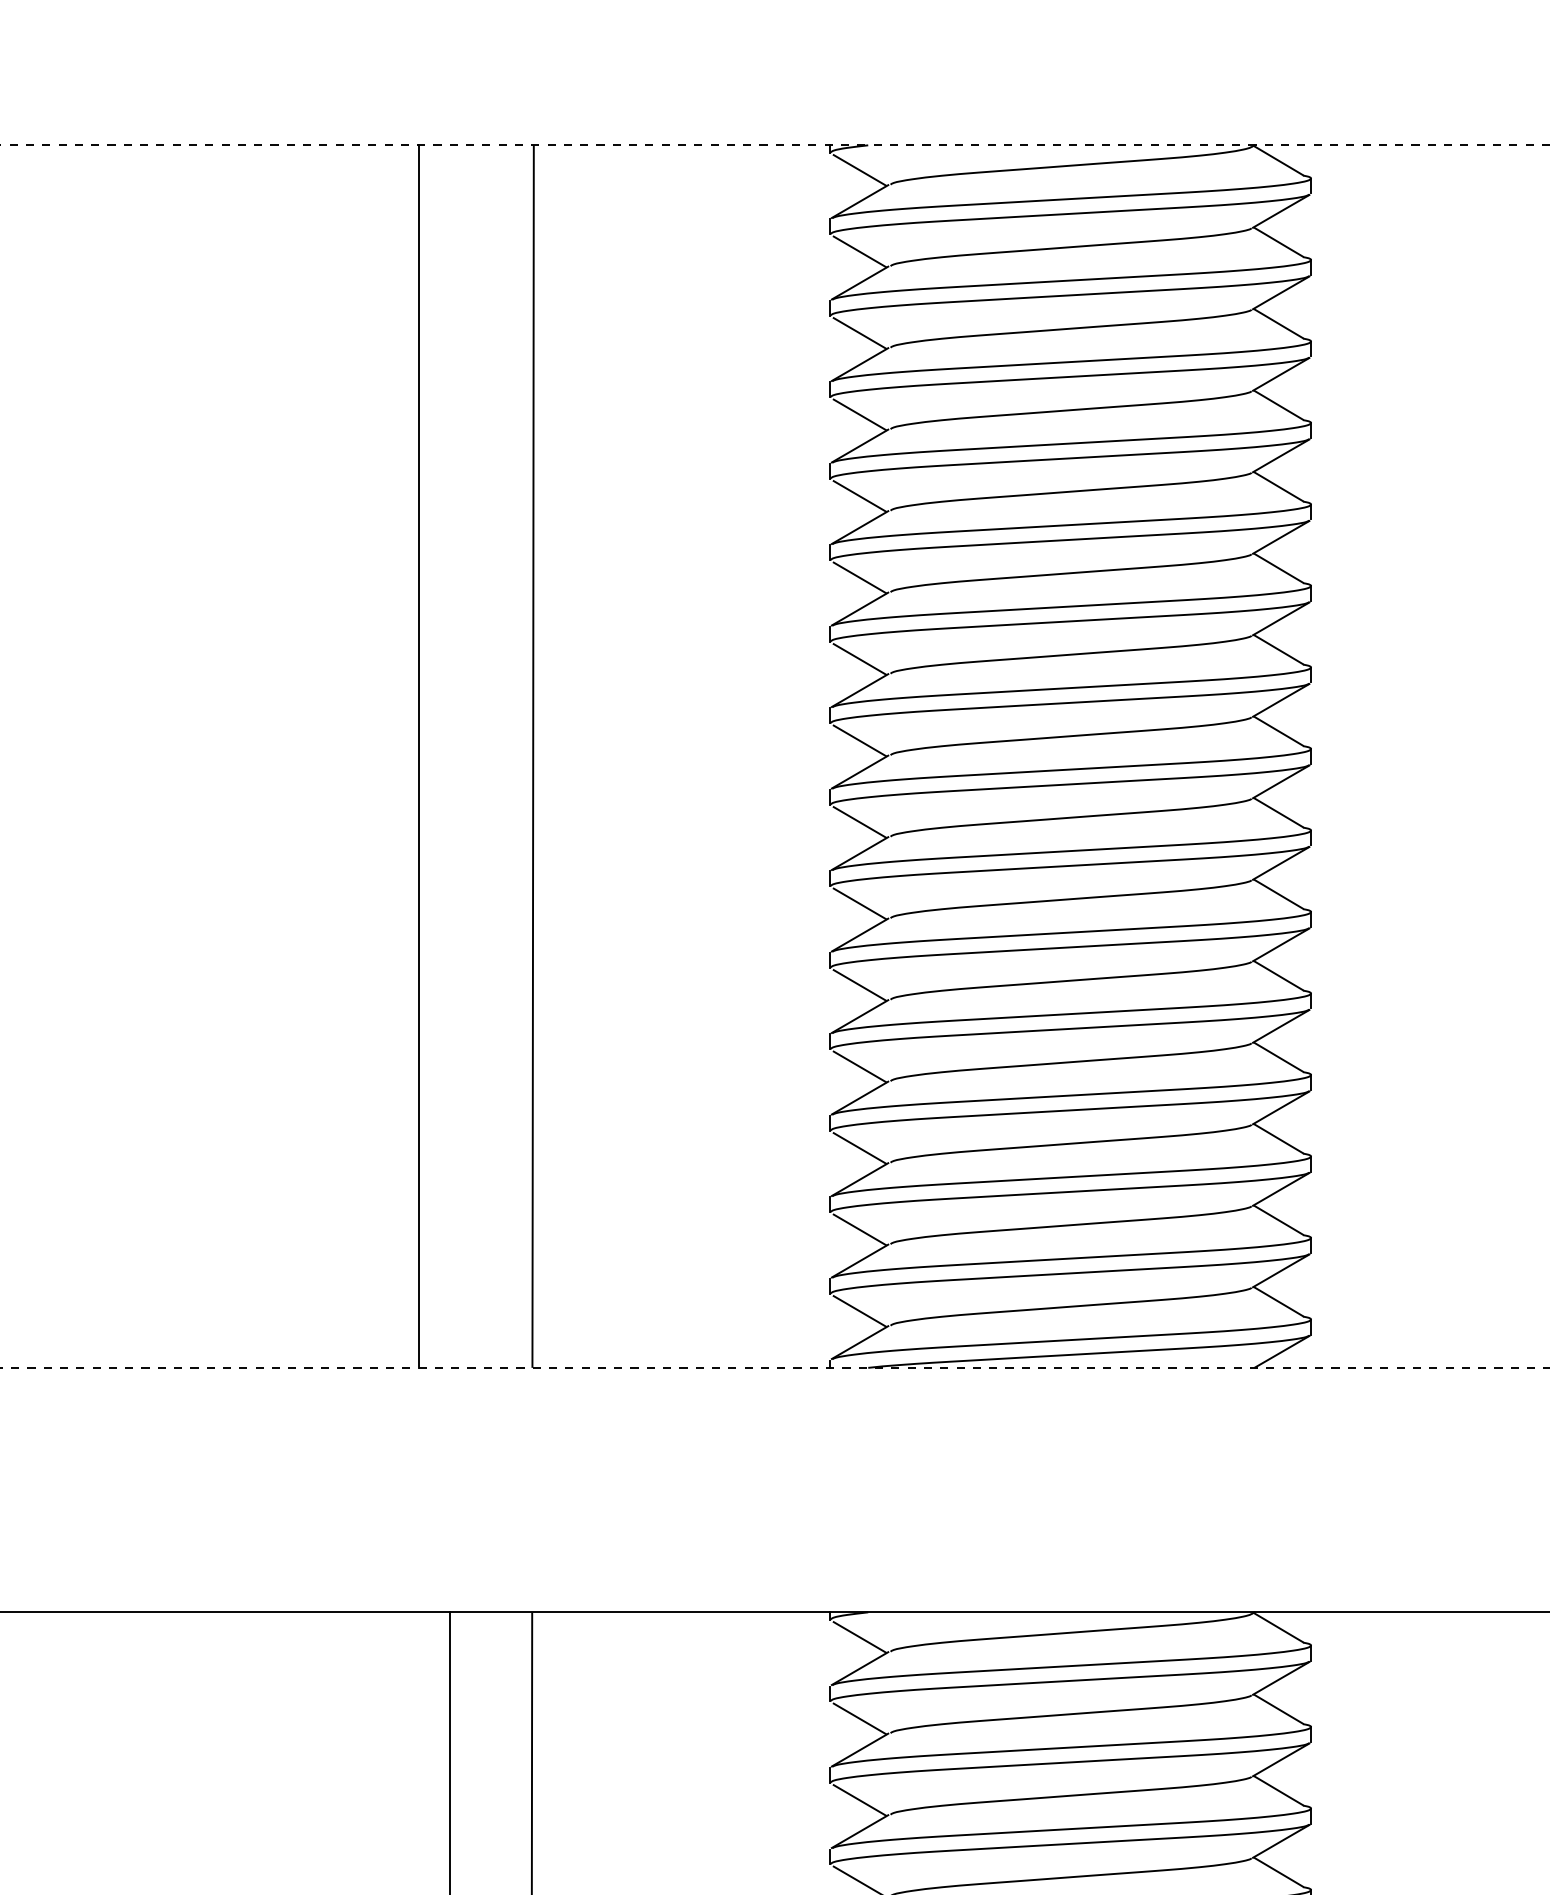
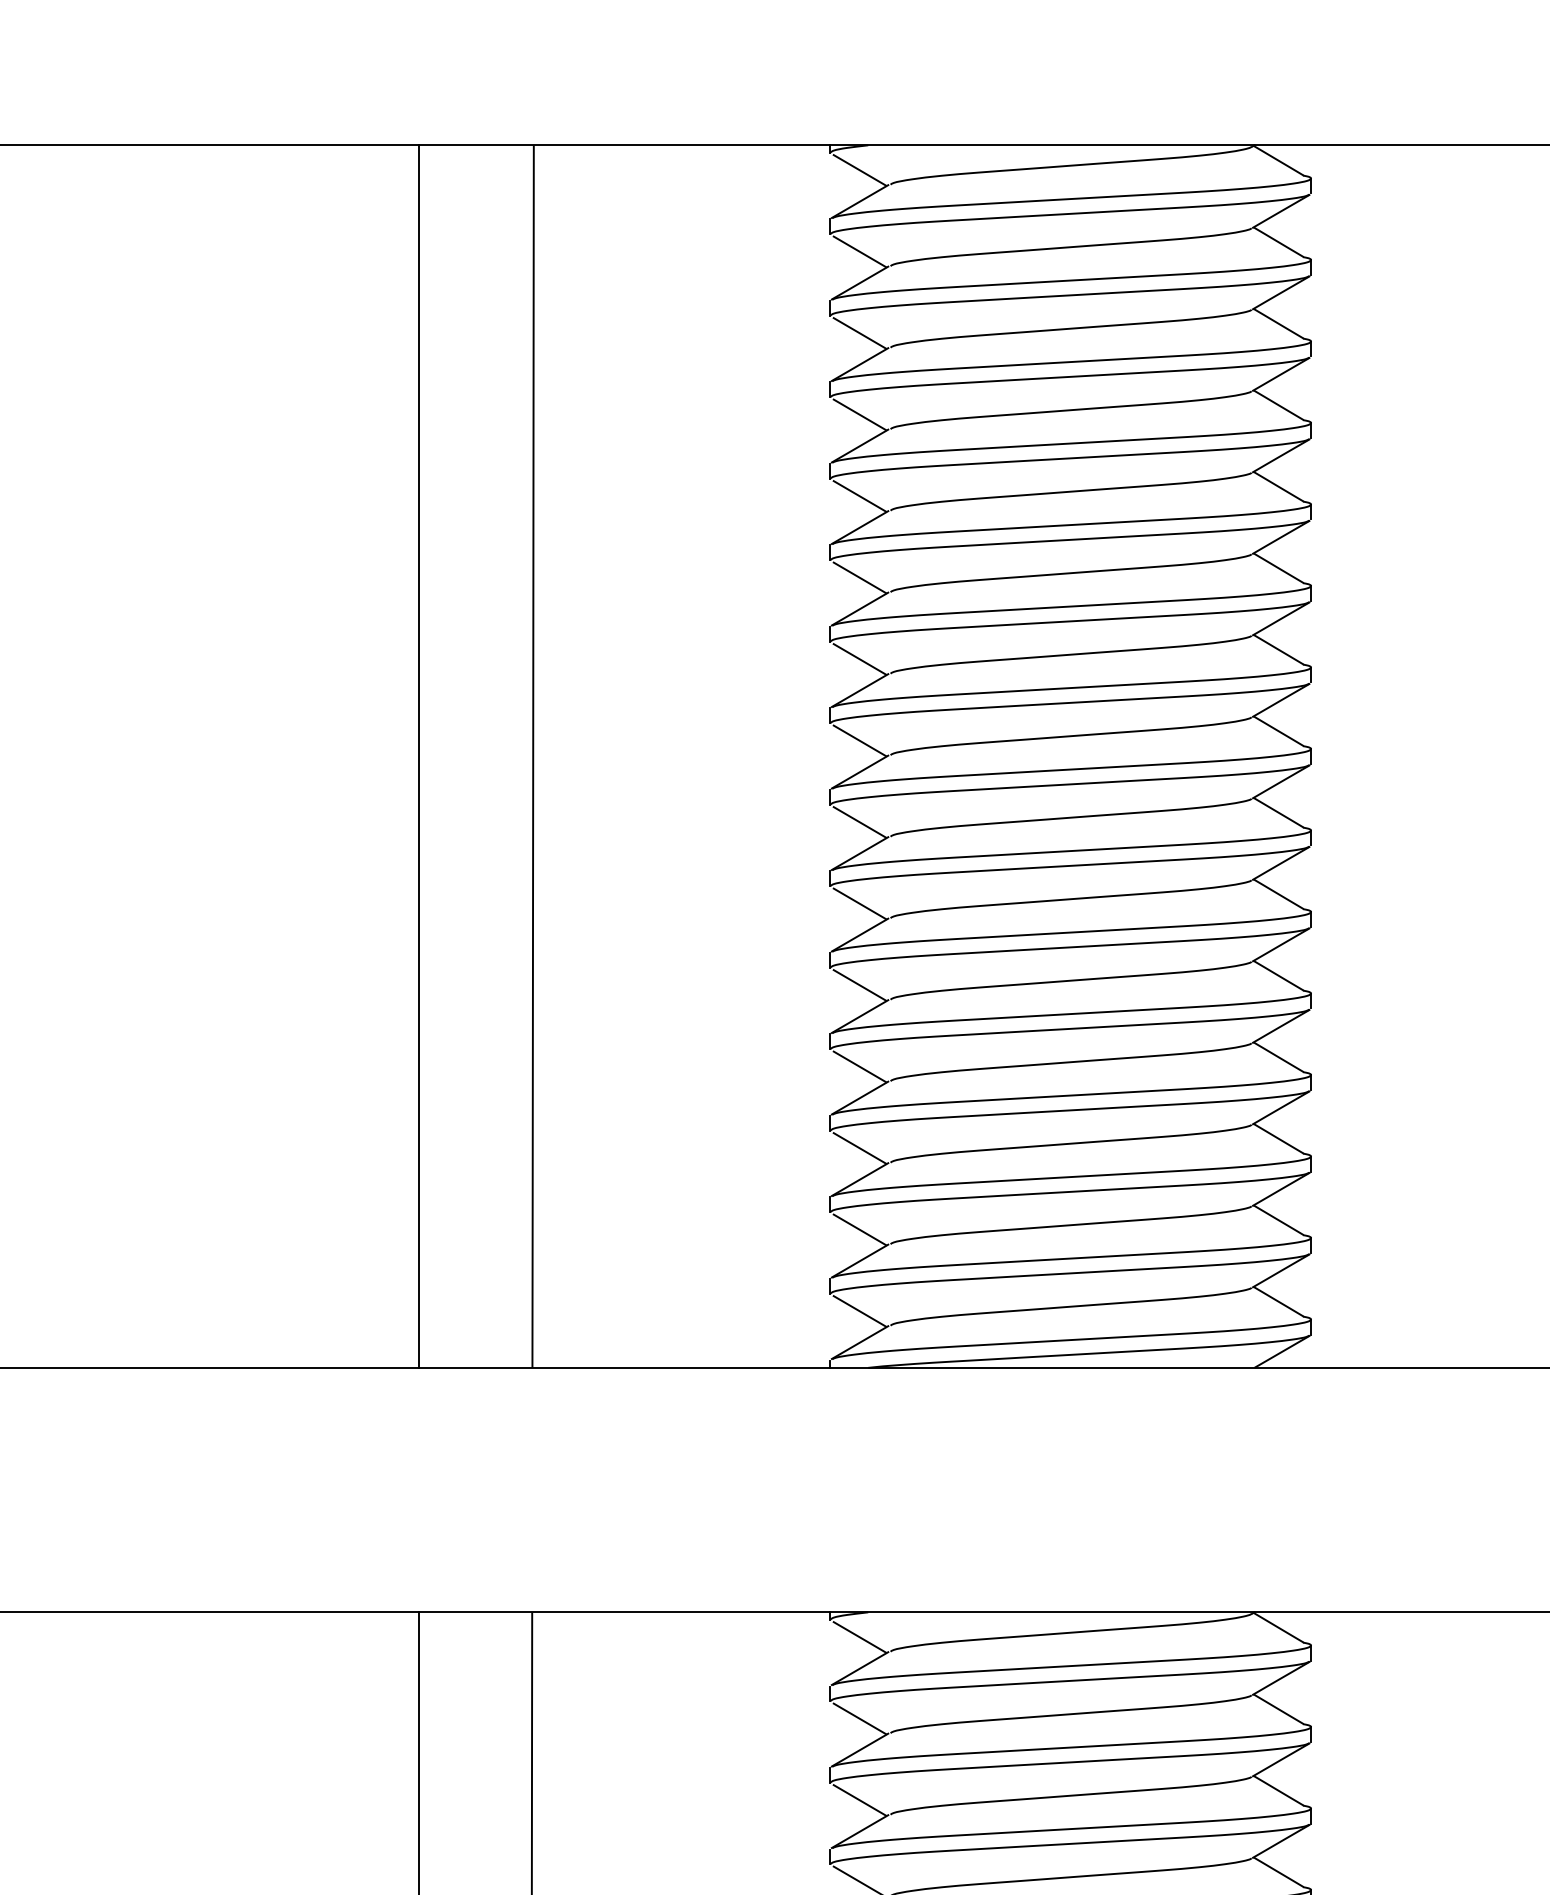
line at (774, 145): dashed -> solid
line at (774, 1367): dashed -> solid
line at (449, 1751) position: (449, 1751) -> (418, 1751)
